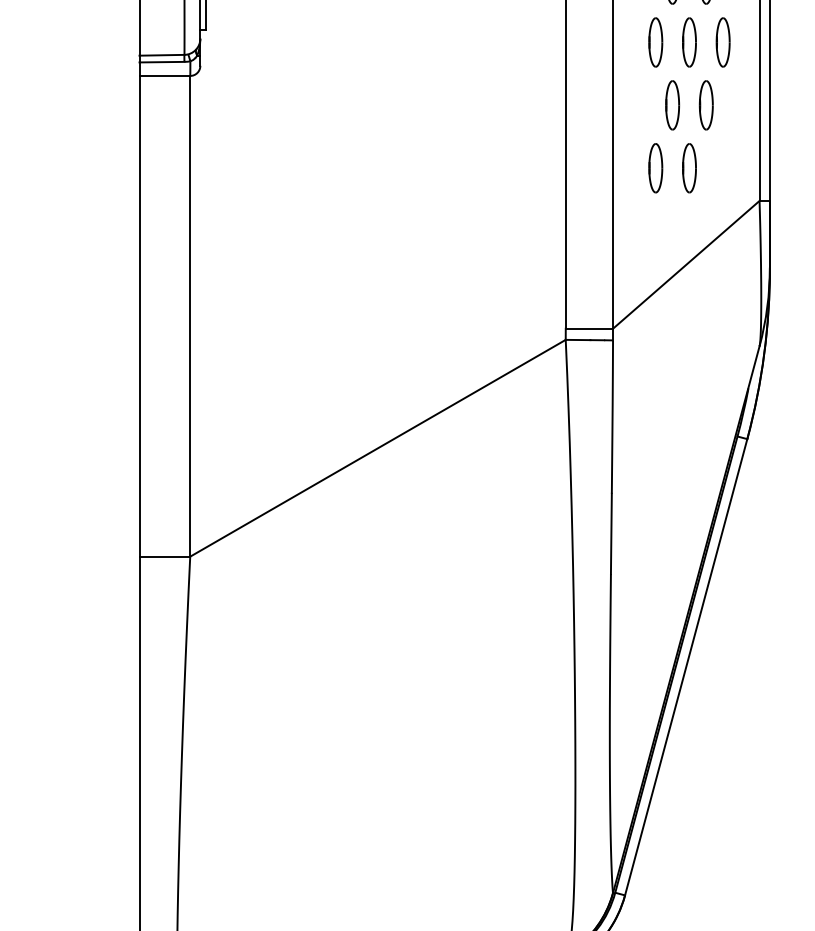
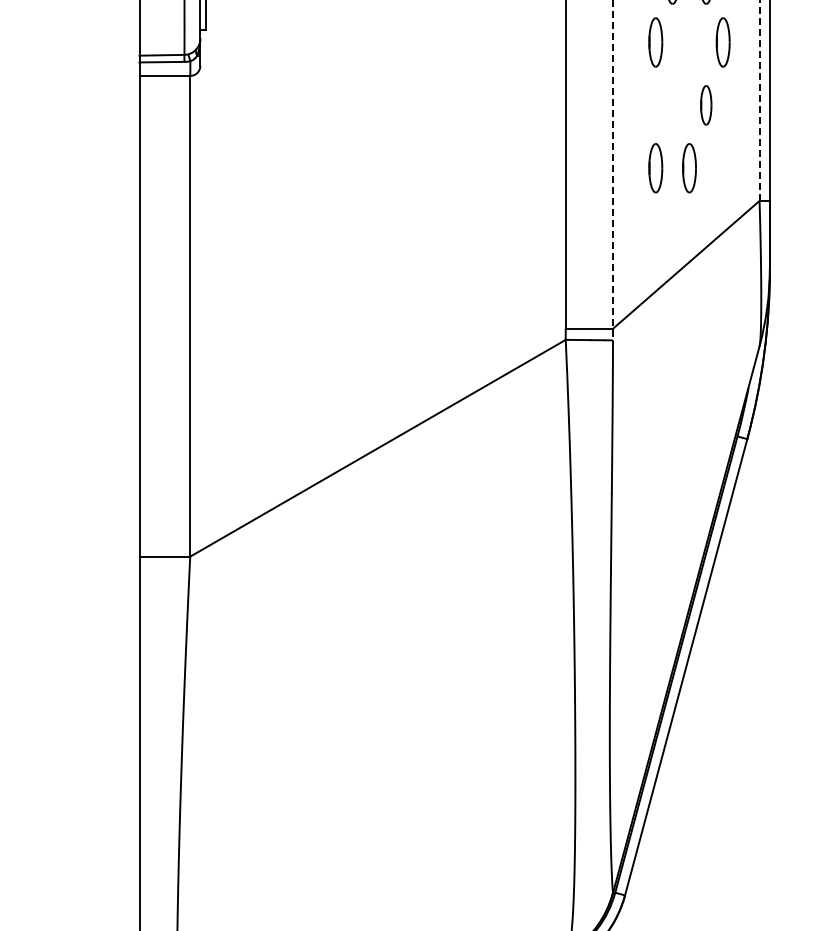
part at (689, 42): present -> none
line at (759, 99): solid -> dashed
part at (672, 105): present -> none
part at (705, 105) size: 16x51 px -> 13x41 px
line at (613, 170): solid -> dashed
